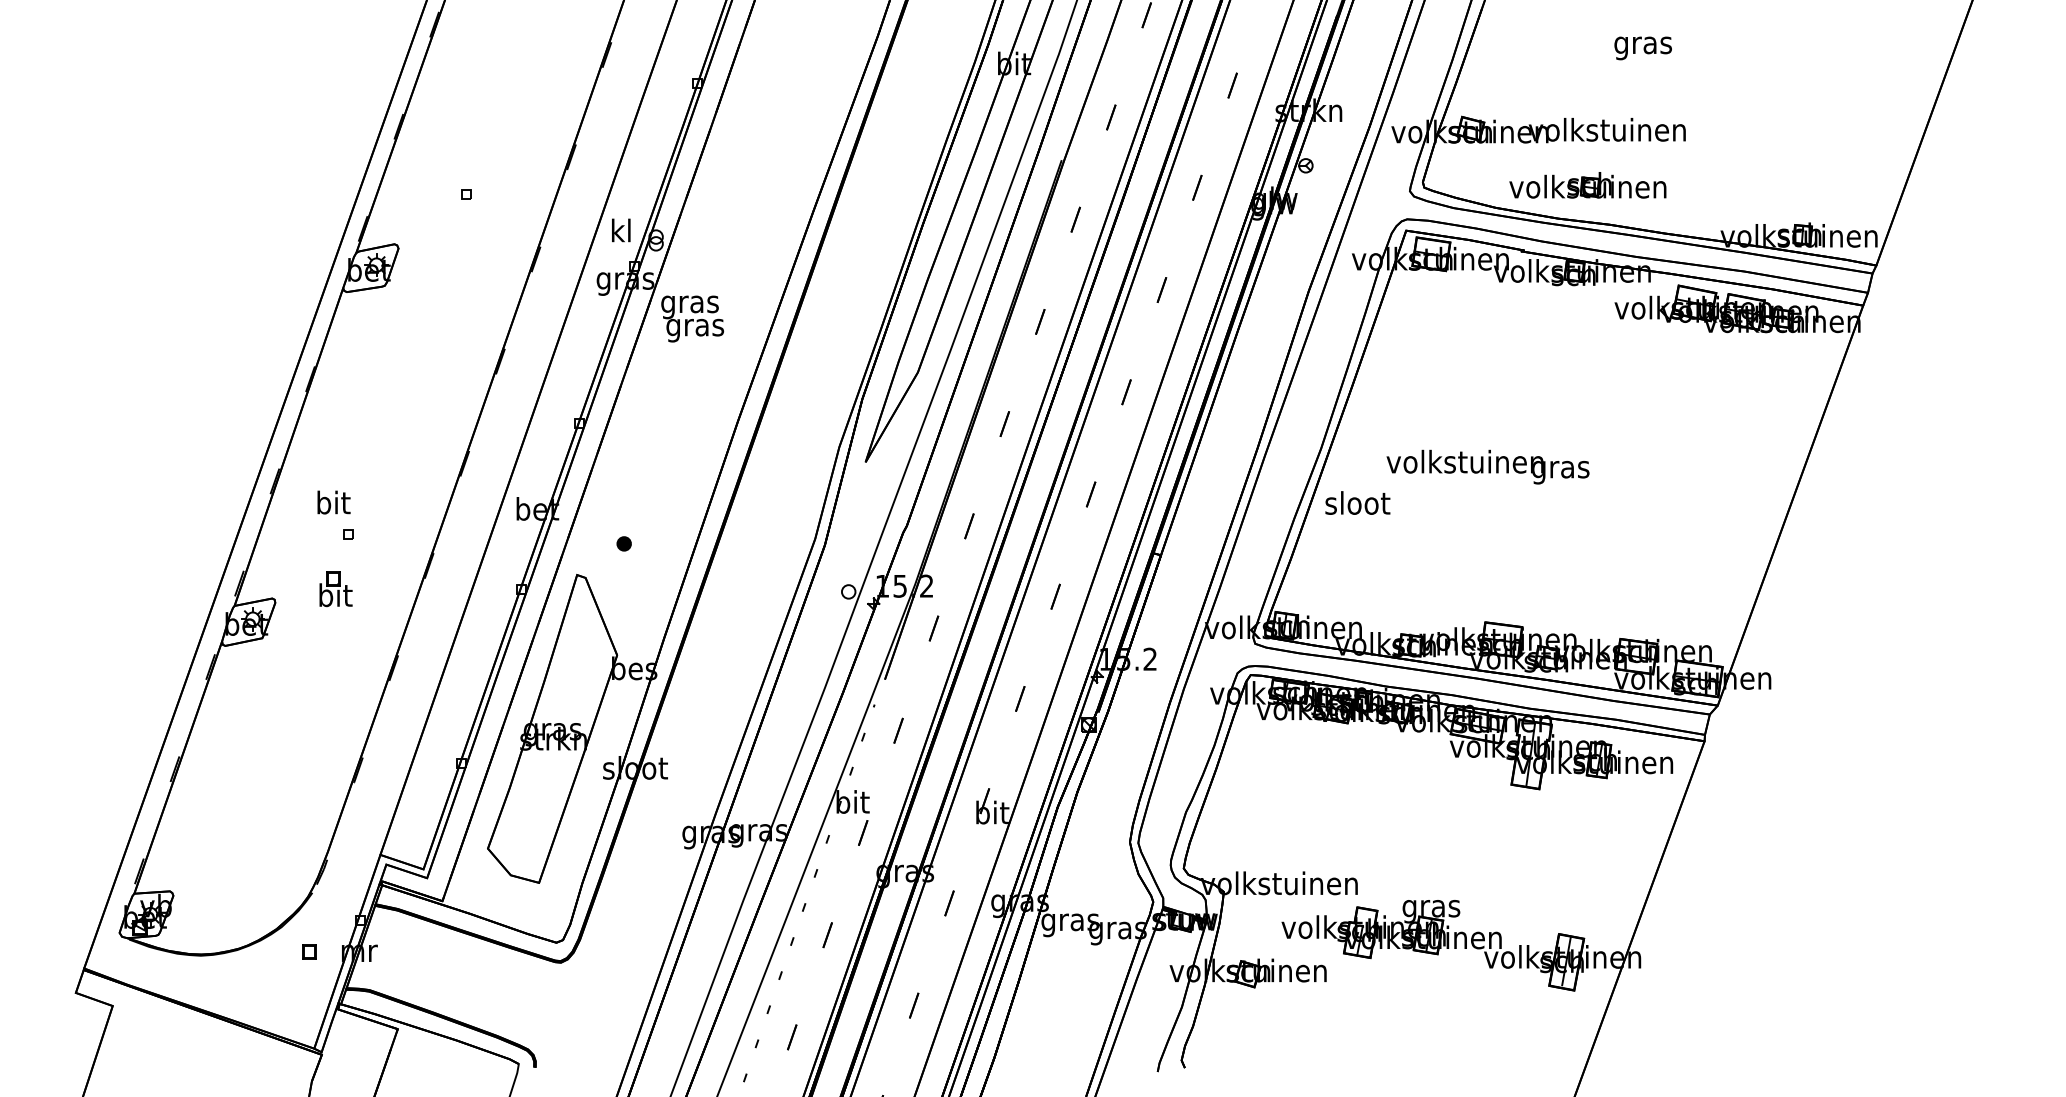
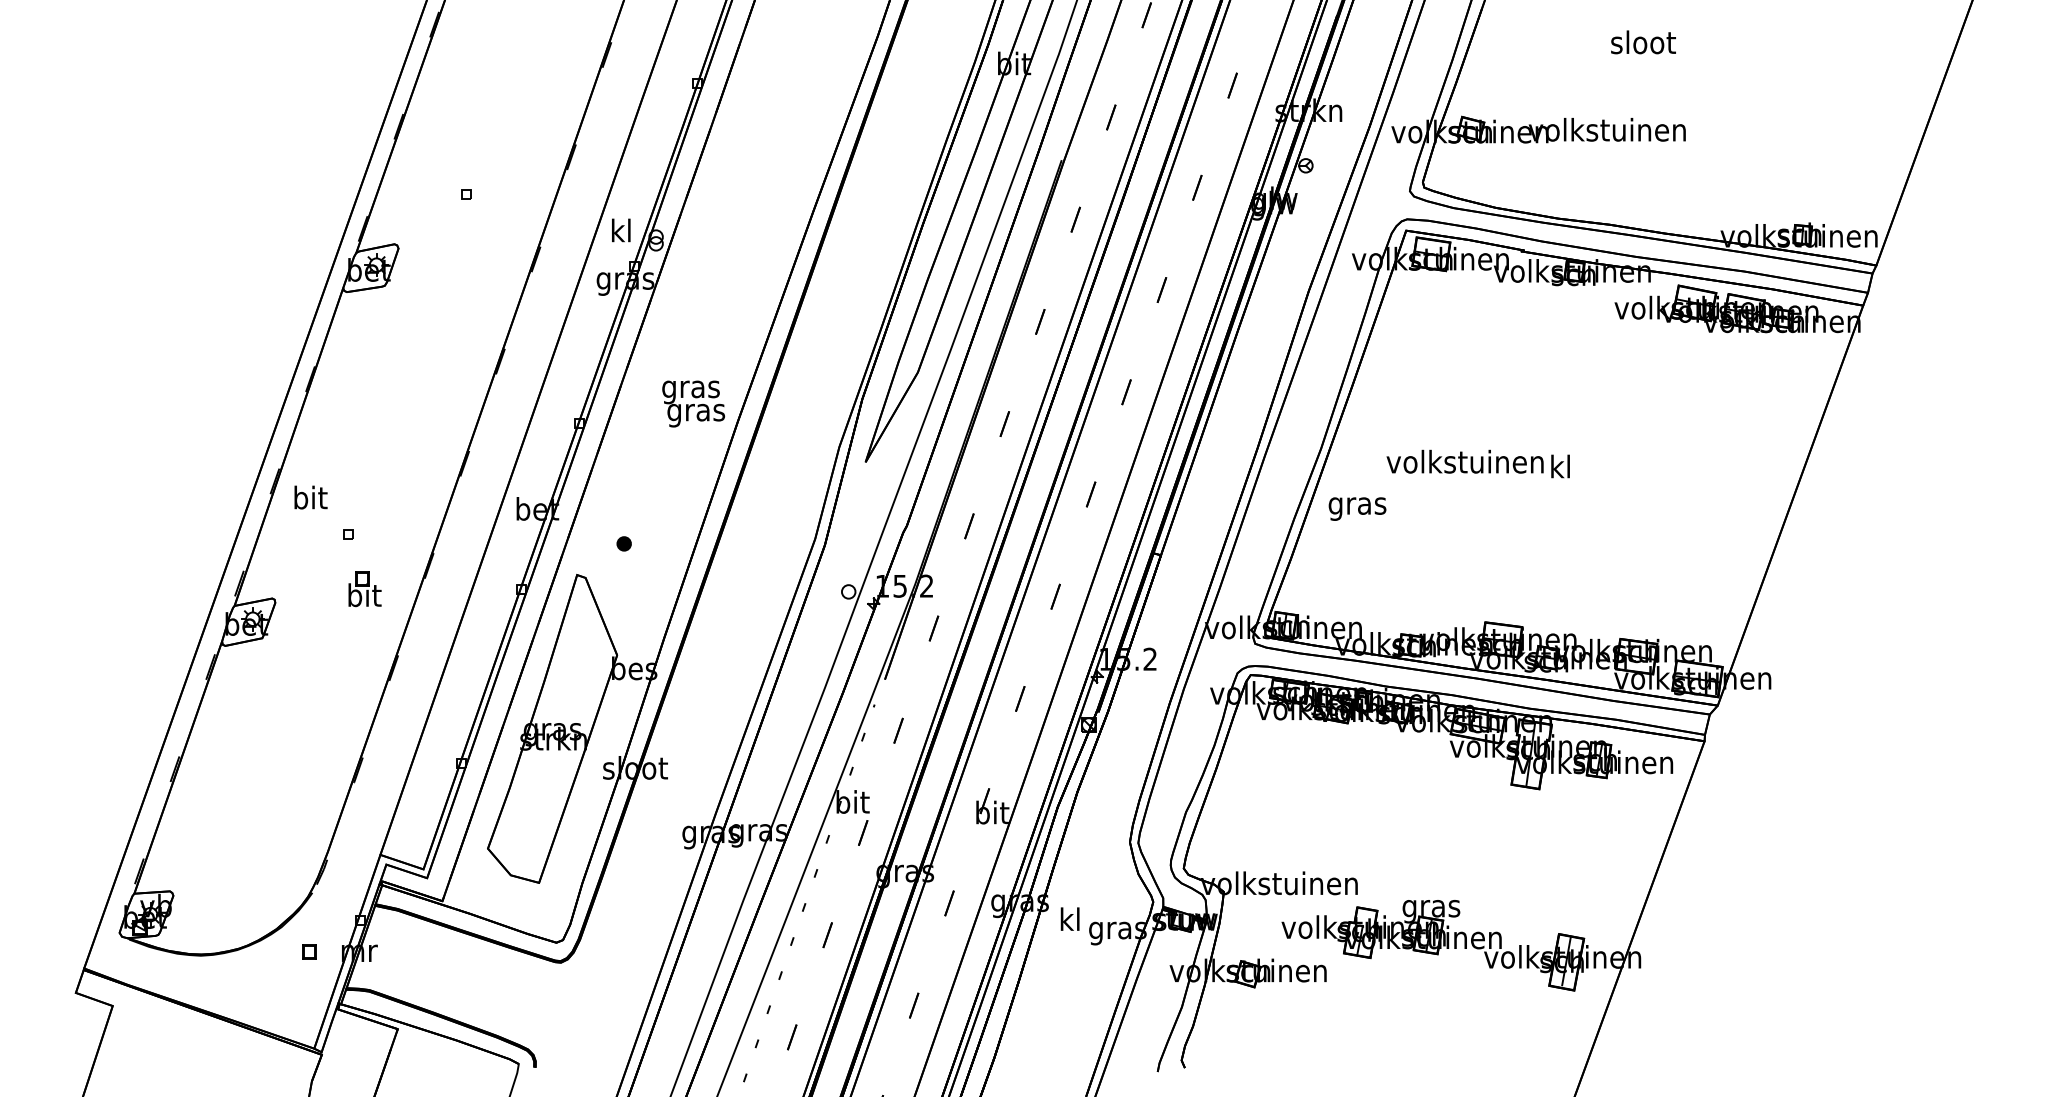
text at (1643, 45): gras -> sloot
part at (1587, 185): present -> none
text at (692, 318) position: (692, 318) -> (693, 403)
text at (1560, 469): gras -> kl
text at (333, 502) position: (333, 502) -> (310, 497)
text at (1357, 505): sloot -> gras
part at (335, 589) position: (335, 589) -> (364, 589)
text at (1069, 922): gras -> kl
